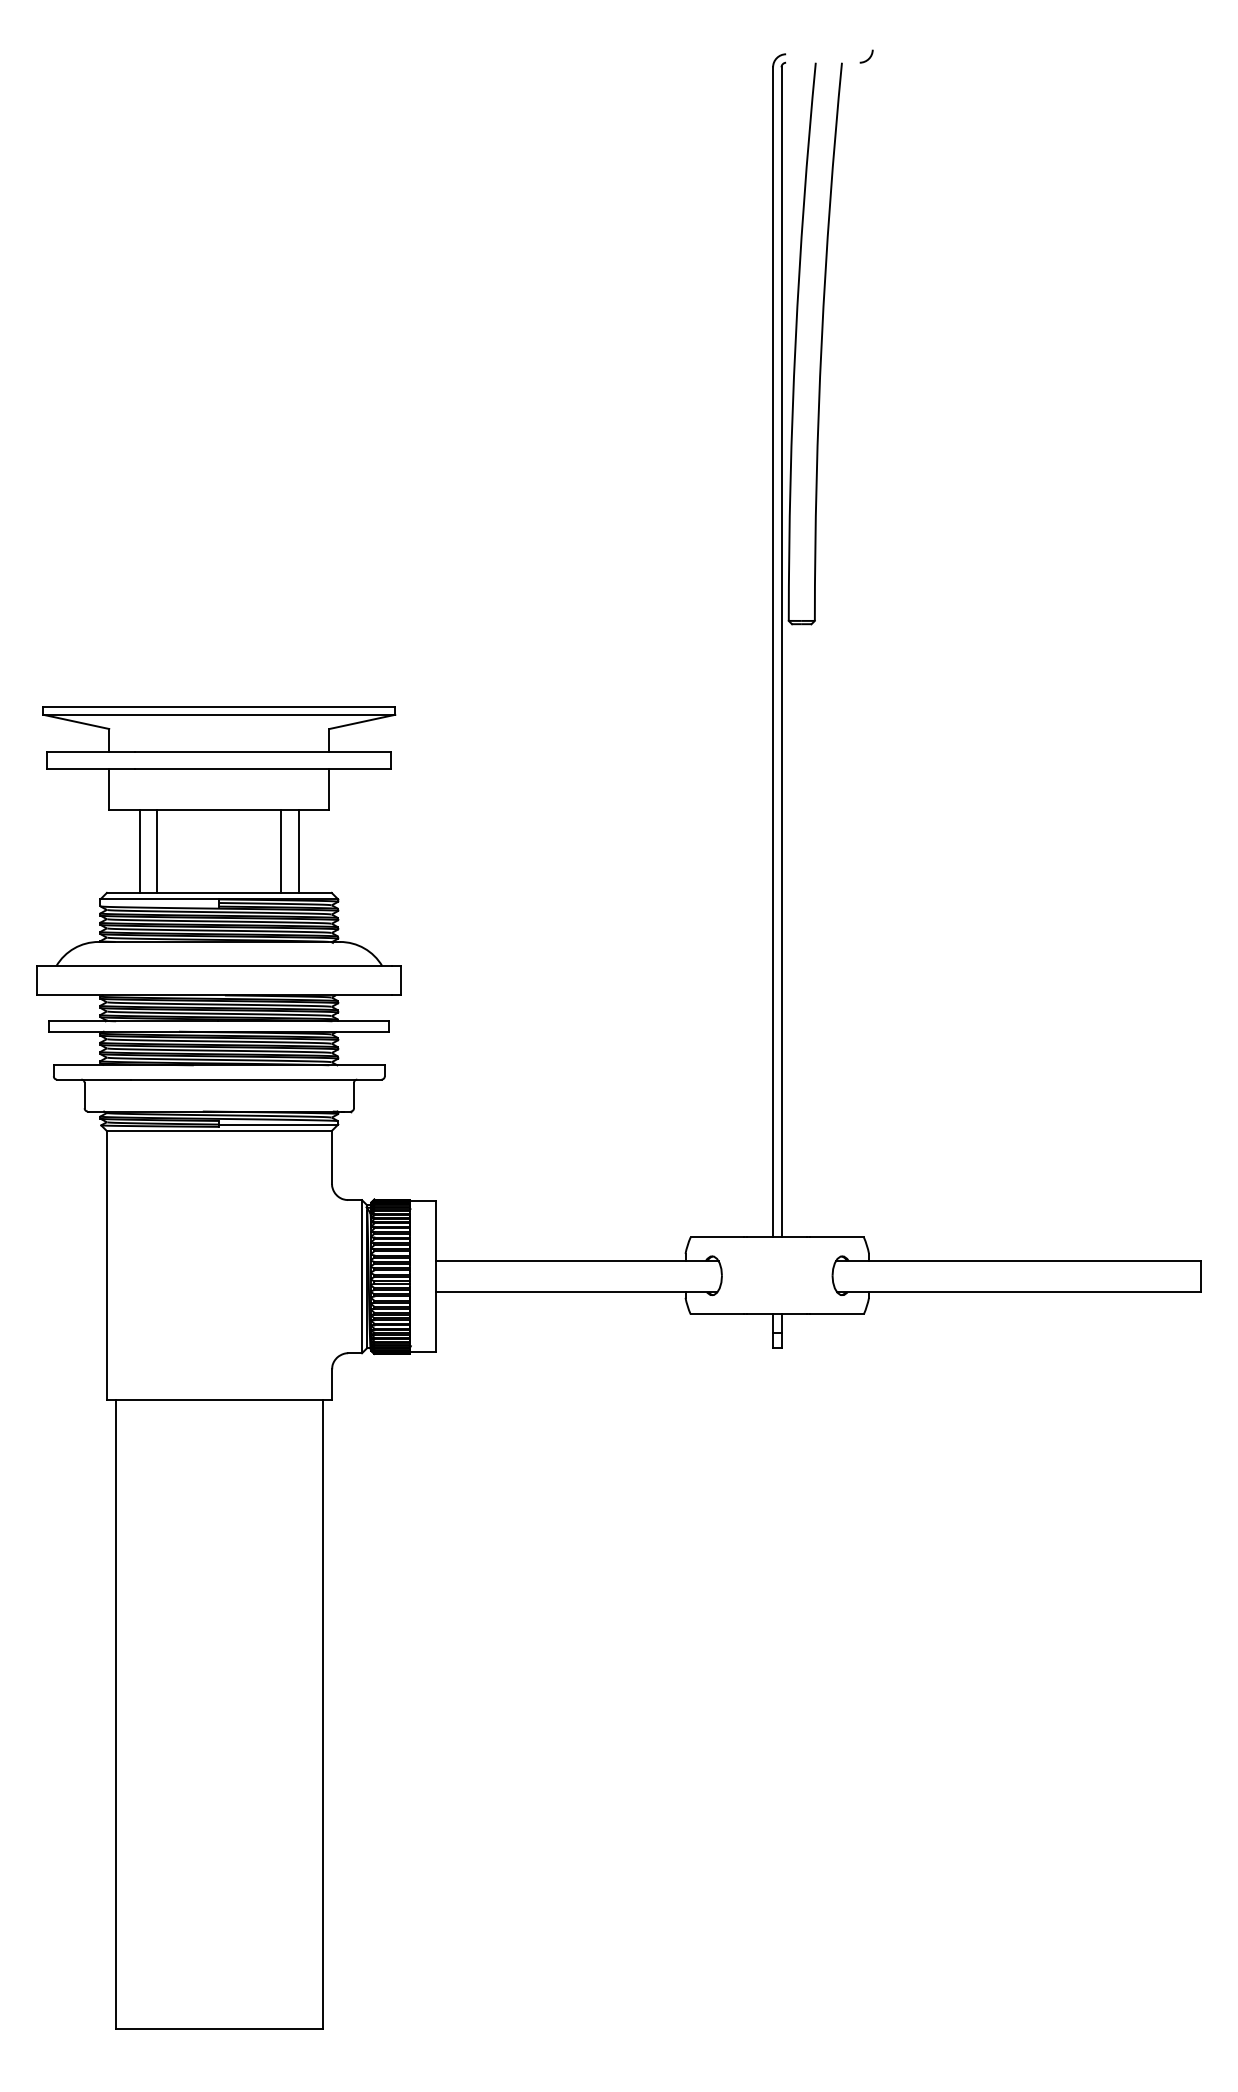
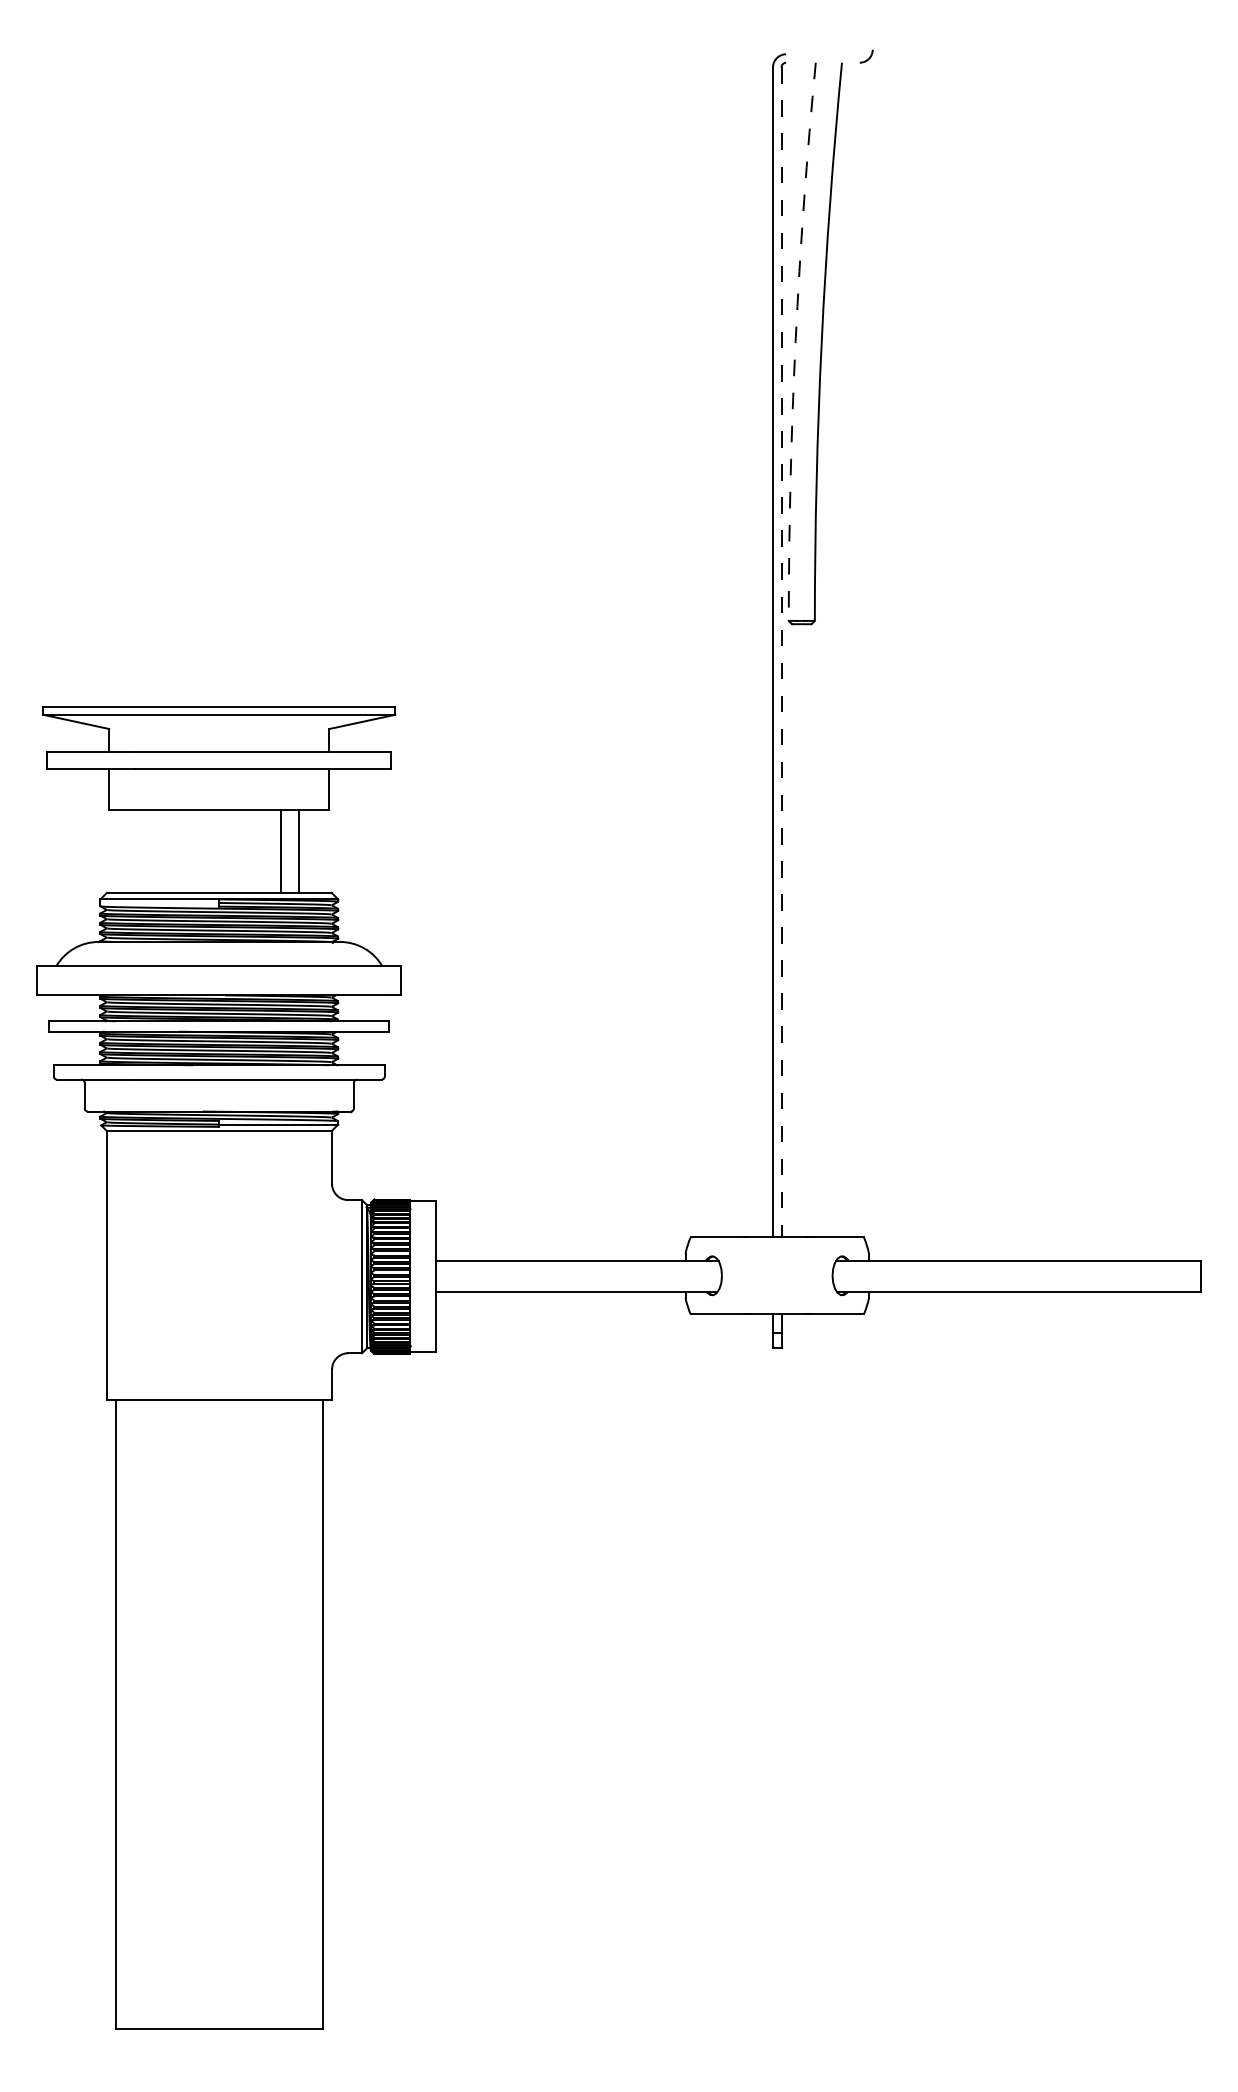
arc at (795, 341): solid -> dashed
line at (781, 652): solid -> dashed
line at (139, 850): present -> none
line at (157, 850): present -> none
